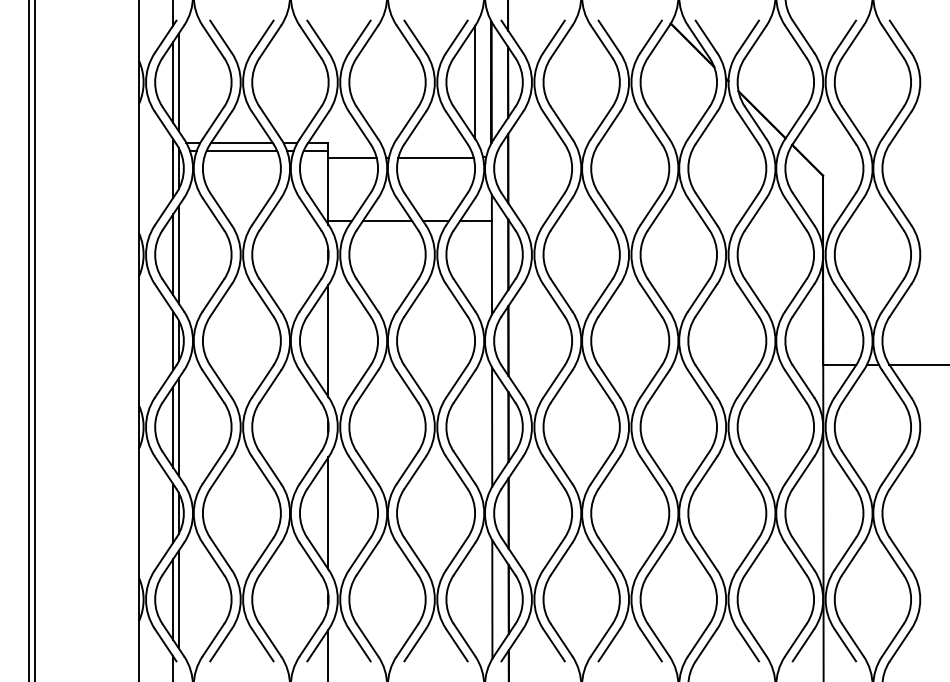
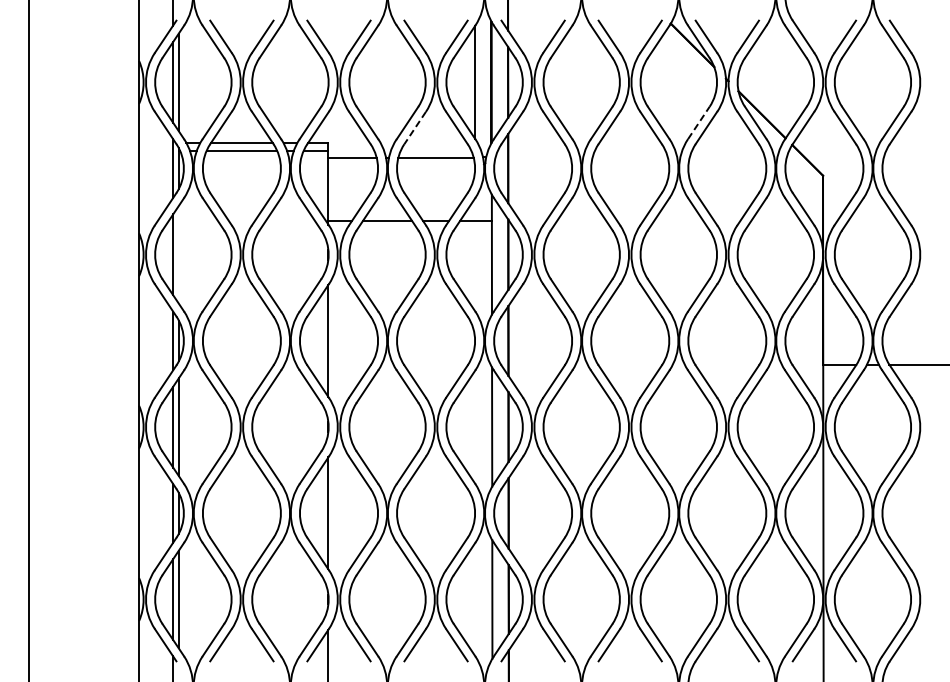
line at (699, 122): solid -> dashed
line at (414, 128): solid -> dashed
line at (178, 254): present -> none
line at (34, 340): present -> none
